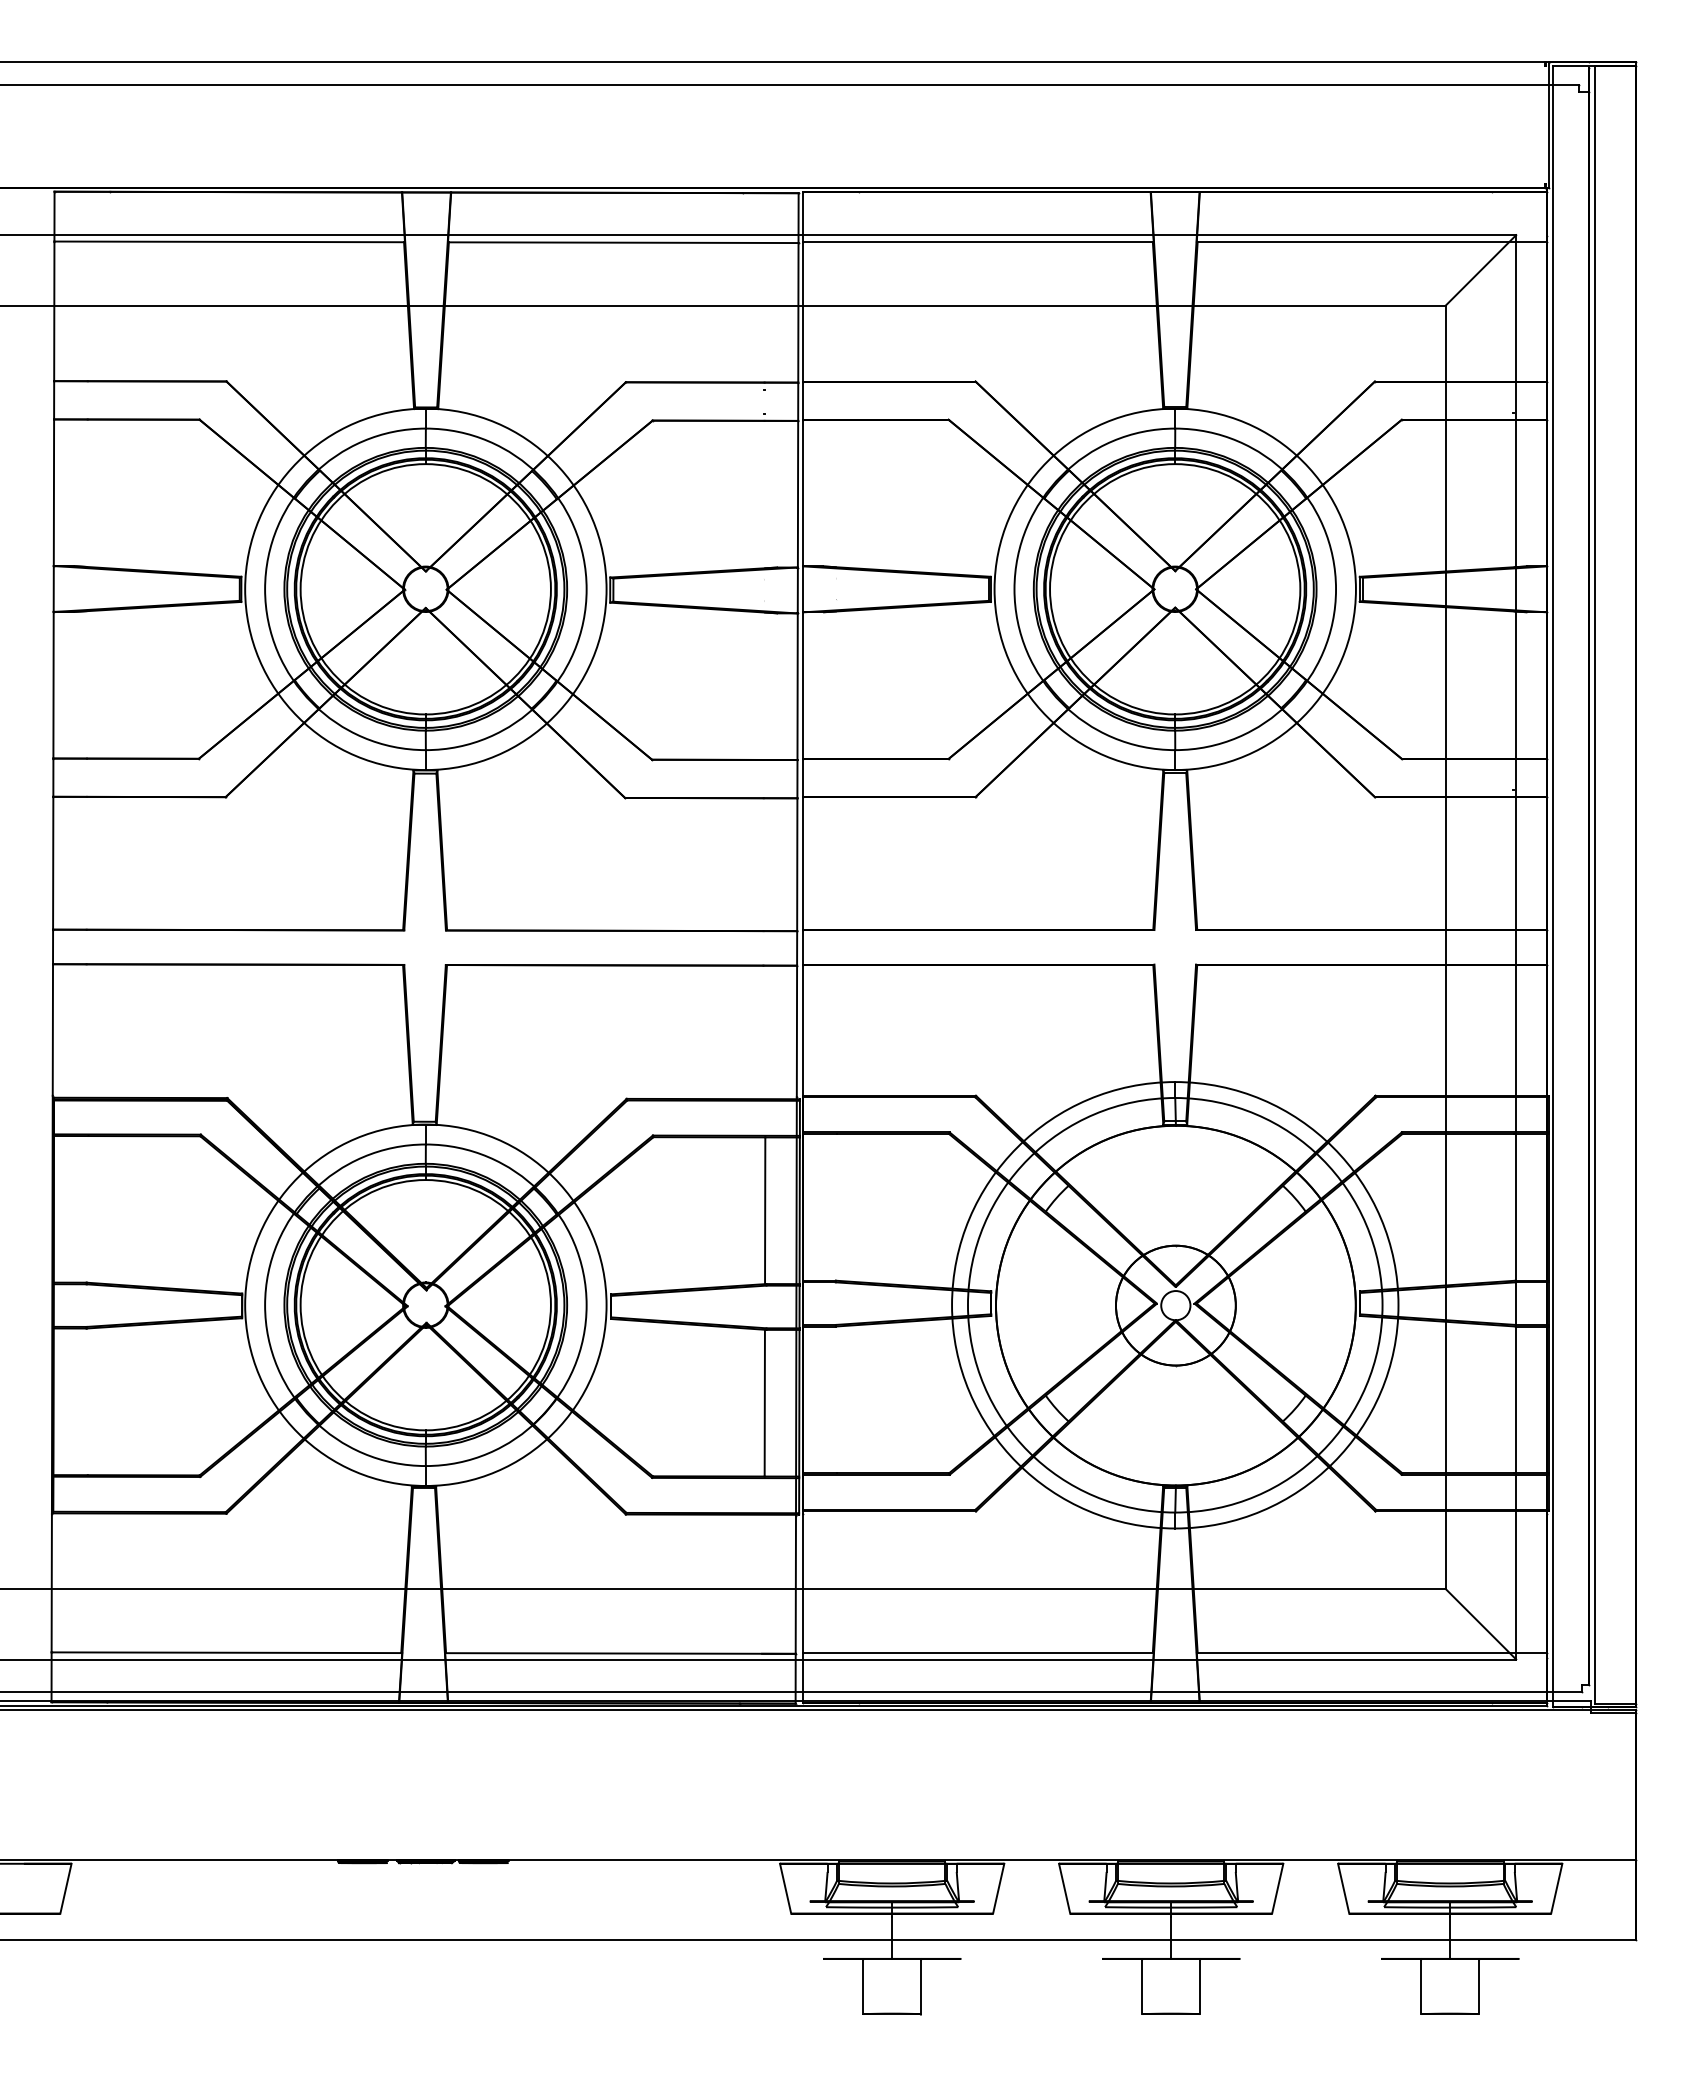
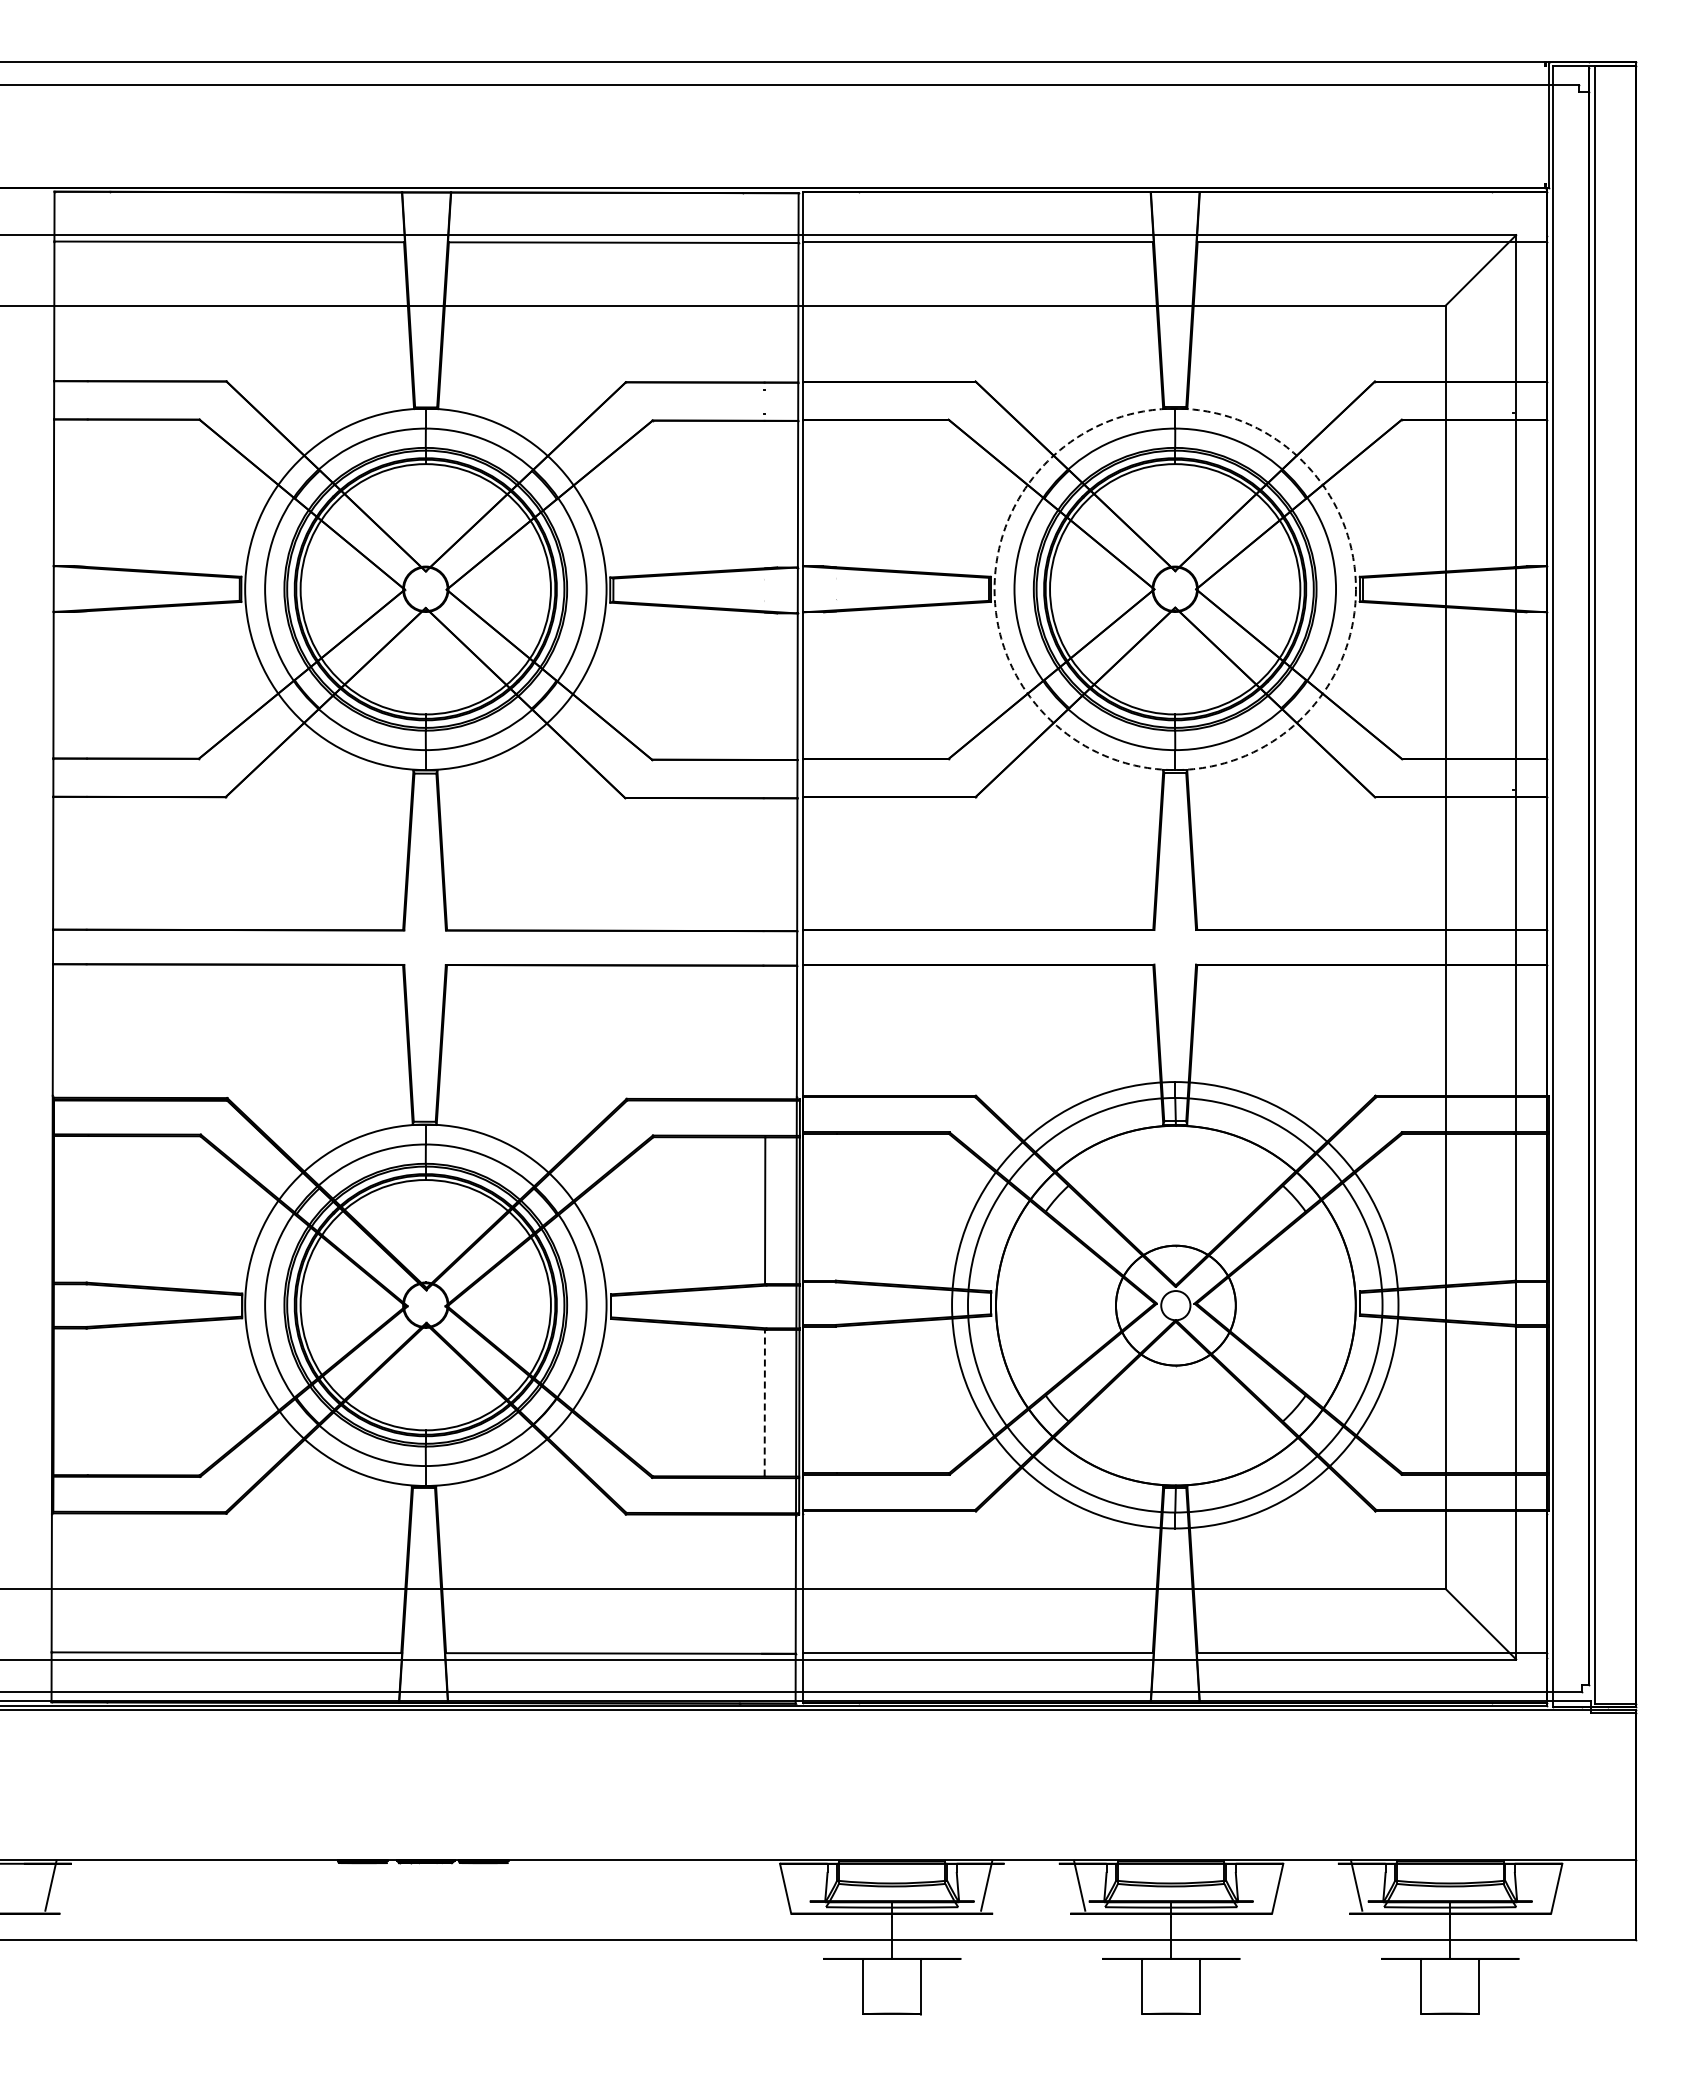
circle at (1174, 589): solid -> dashed
line at (764, 1402): solid -> dashed
line at (65, 1888) position: (65, 1888) -> (50, 1885)
line at (998, 1888) position: (998, 1888) -> (986, 1885)
line at (1064, 1888) position: (1064, 1888) -> (1079, 1885)
line at (1343, 1888) position: (1343, 1888) -> (1356, 1885)
